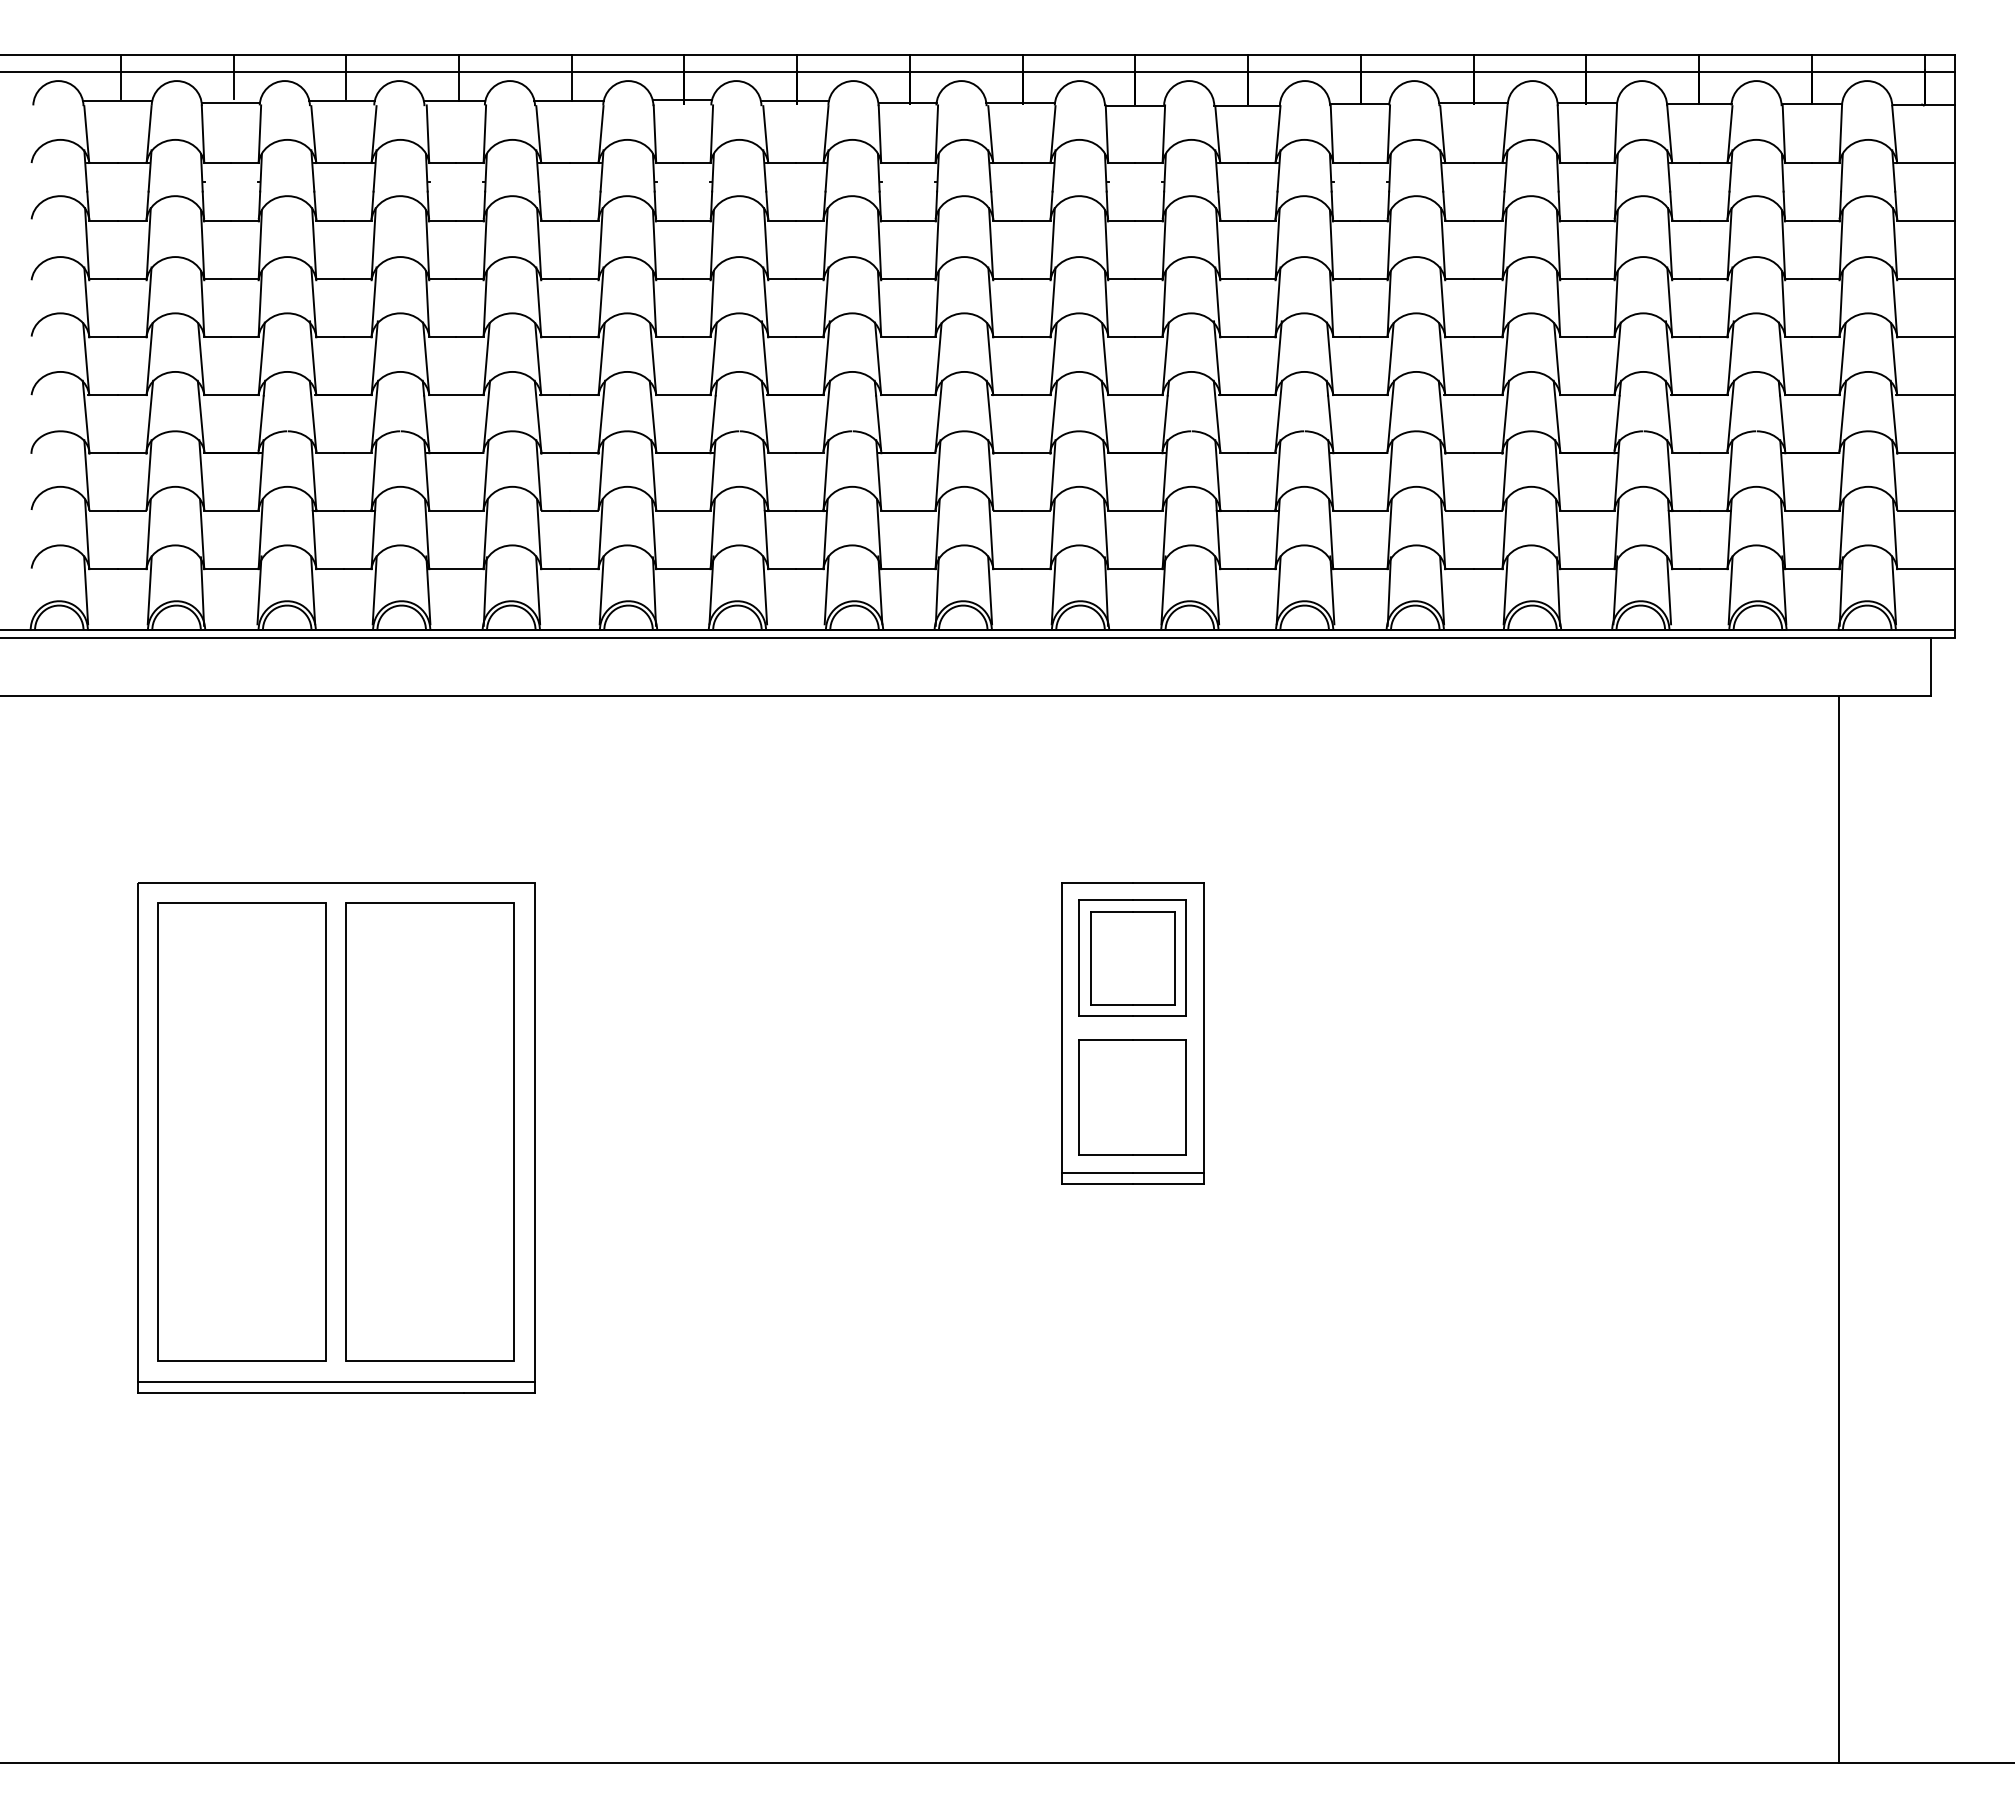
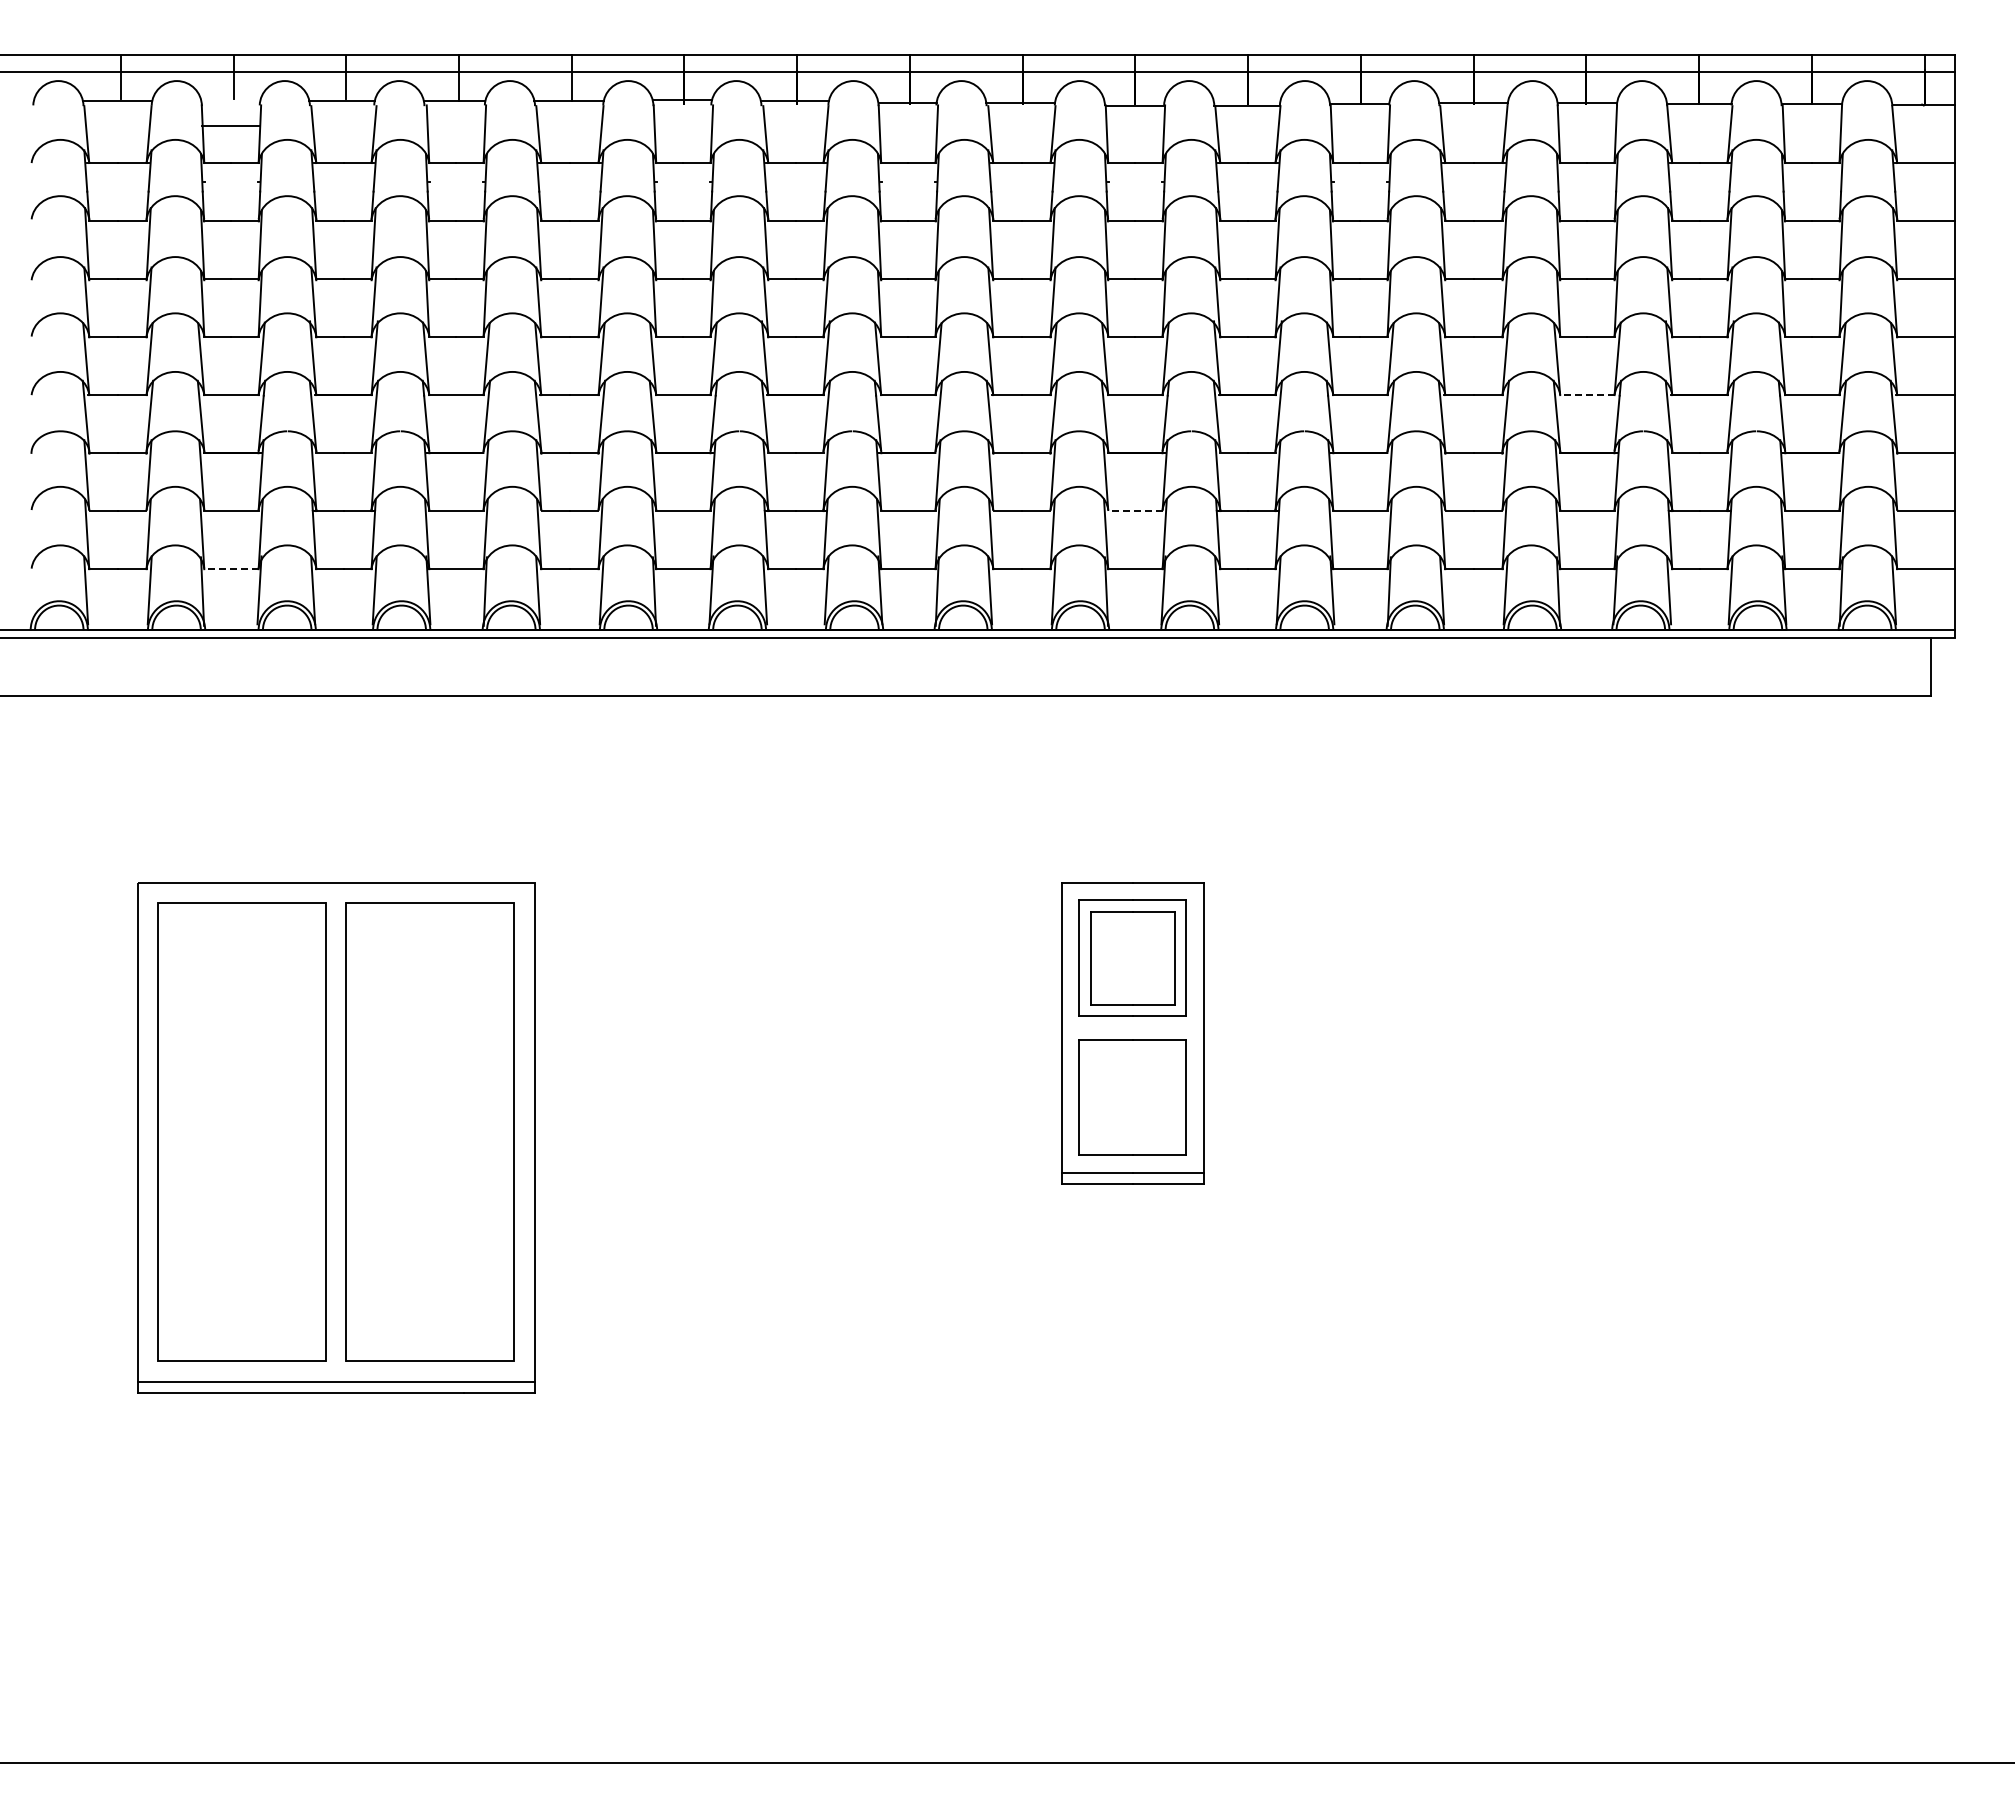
line at (230, 102) position: (230, 102) -> (230, 125)
line at (1586, 395): solid -> dashed
line at (1134, 511): solid -> dashed
line at (230, 569): solid -> dashed
line at (1838, 1229): present -> none
